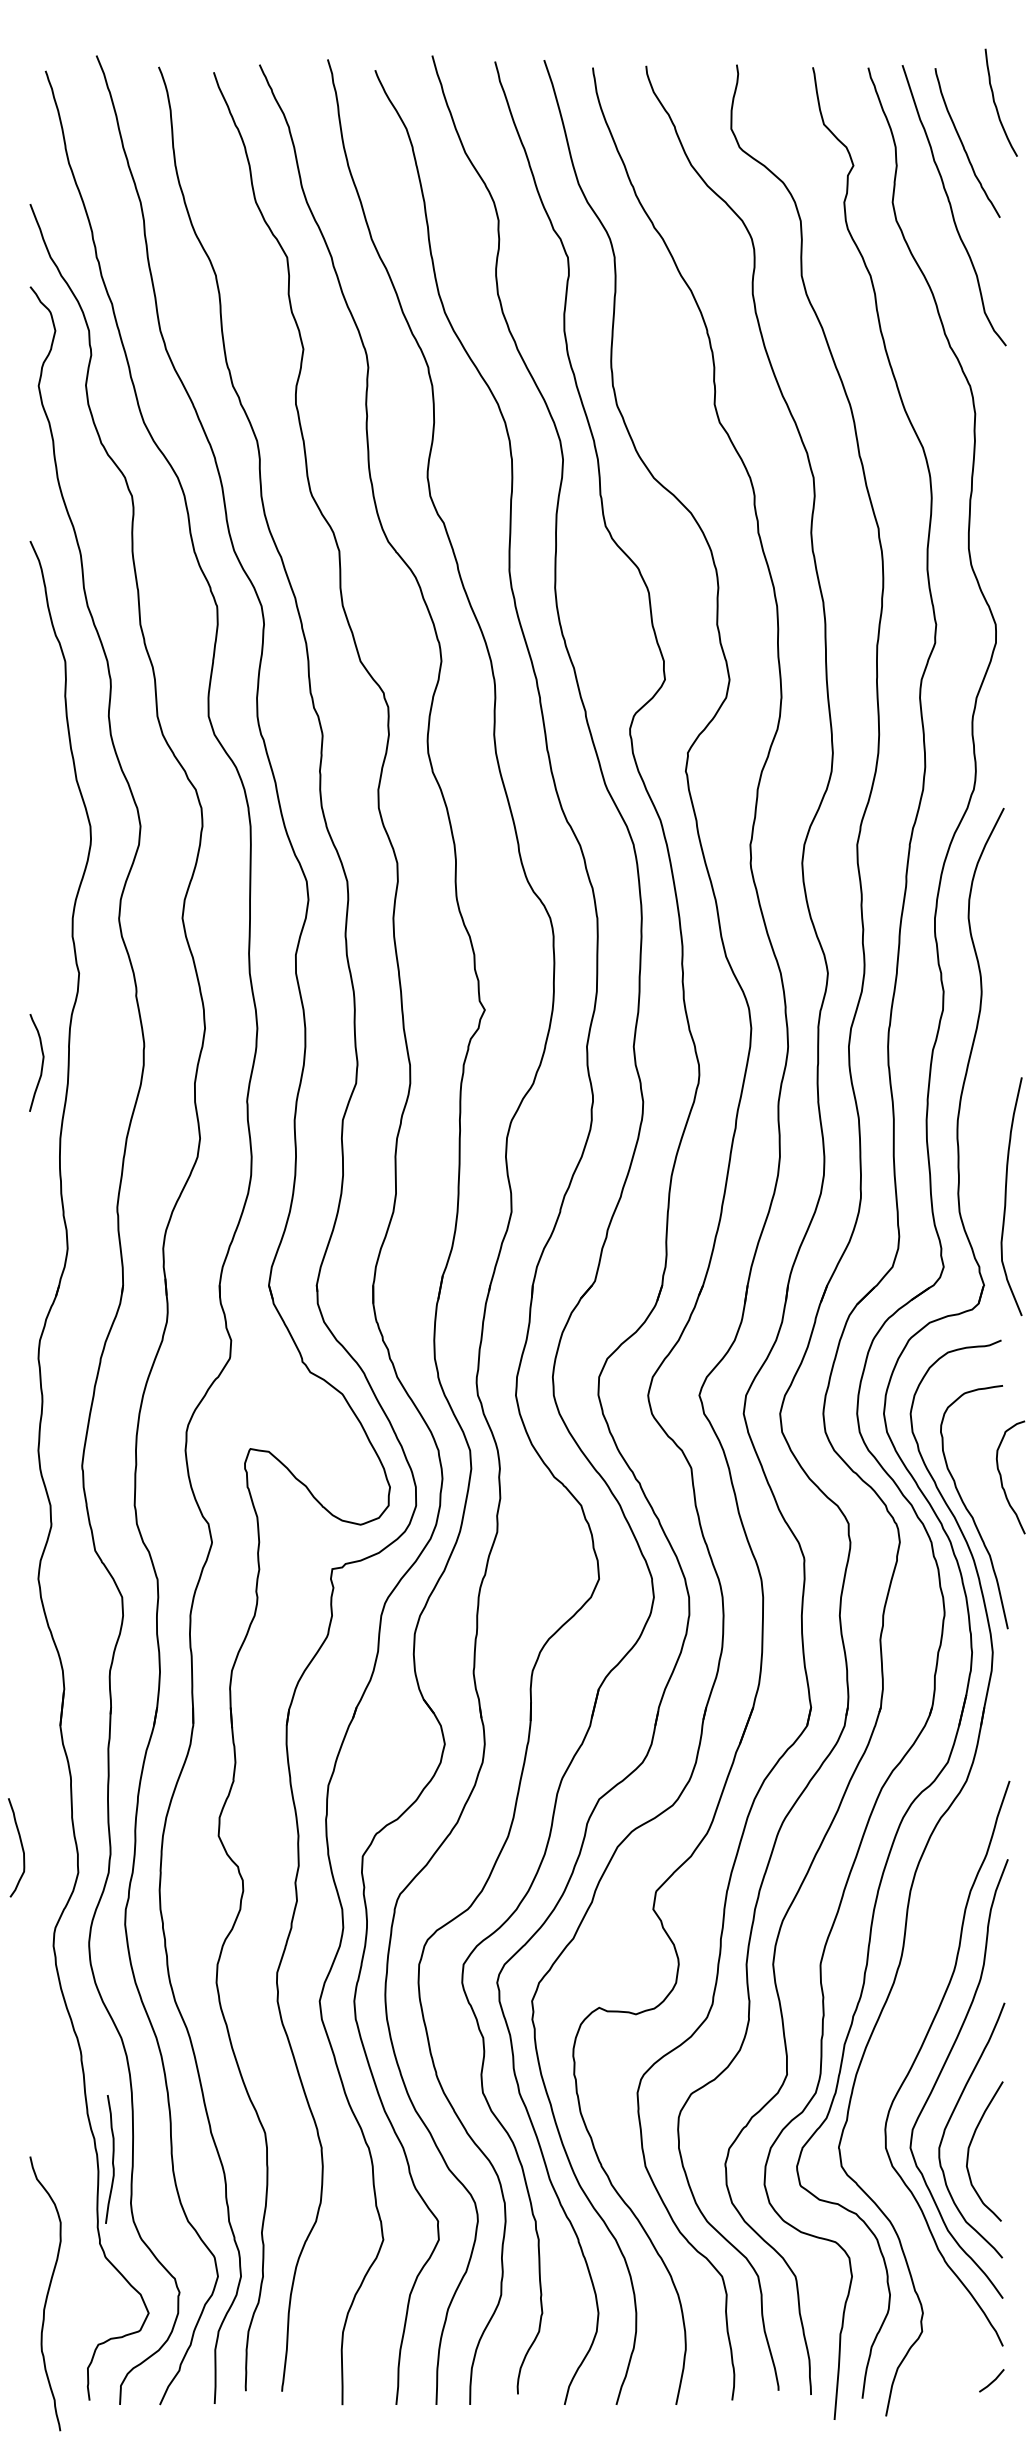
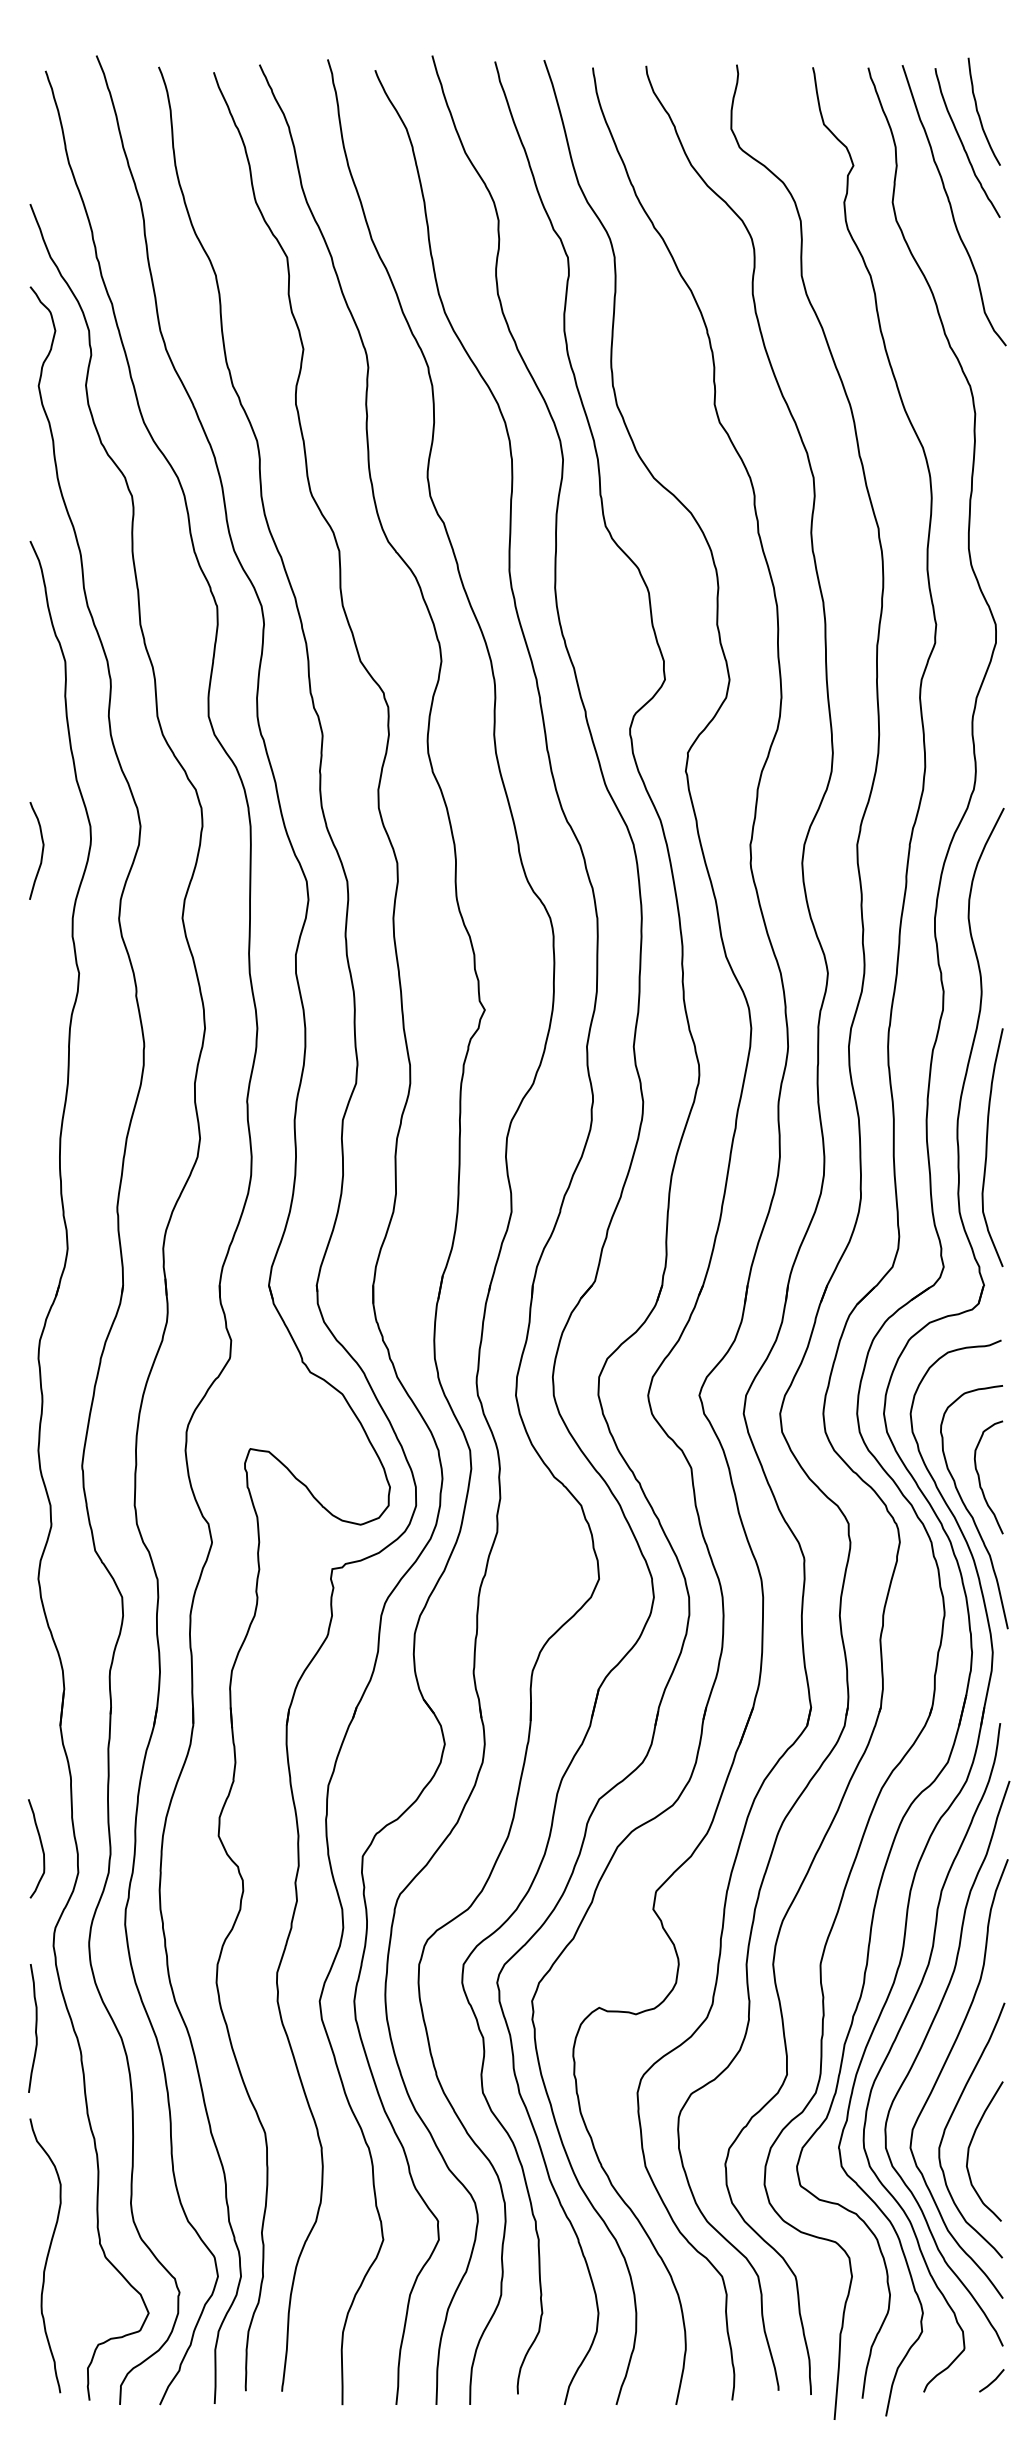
curve at (996, 104) position: (996, 104) -> (979, 113)
curve at (41, 1063) position: (41, 1063) -> (41, 851)
curve at (1006, 1196) position: (1006, 1196) -> (987, 1147)
curve at (1002, 1479) position: (1002, 1479) -> (980, 1479)
curve at (20, 1844) position: (20, 1844) -> (40, 1845)
curve at (896, 2039): none -> present
curve at (112, 2159) position: (112, 2159) -> (35, 2028)
curve at (46, 2293) position: (46, 2293) -> (46, 2255)
